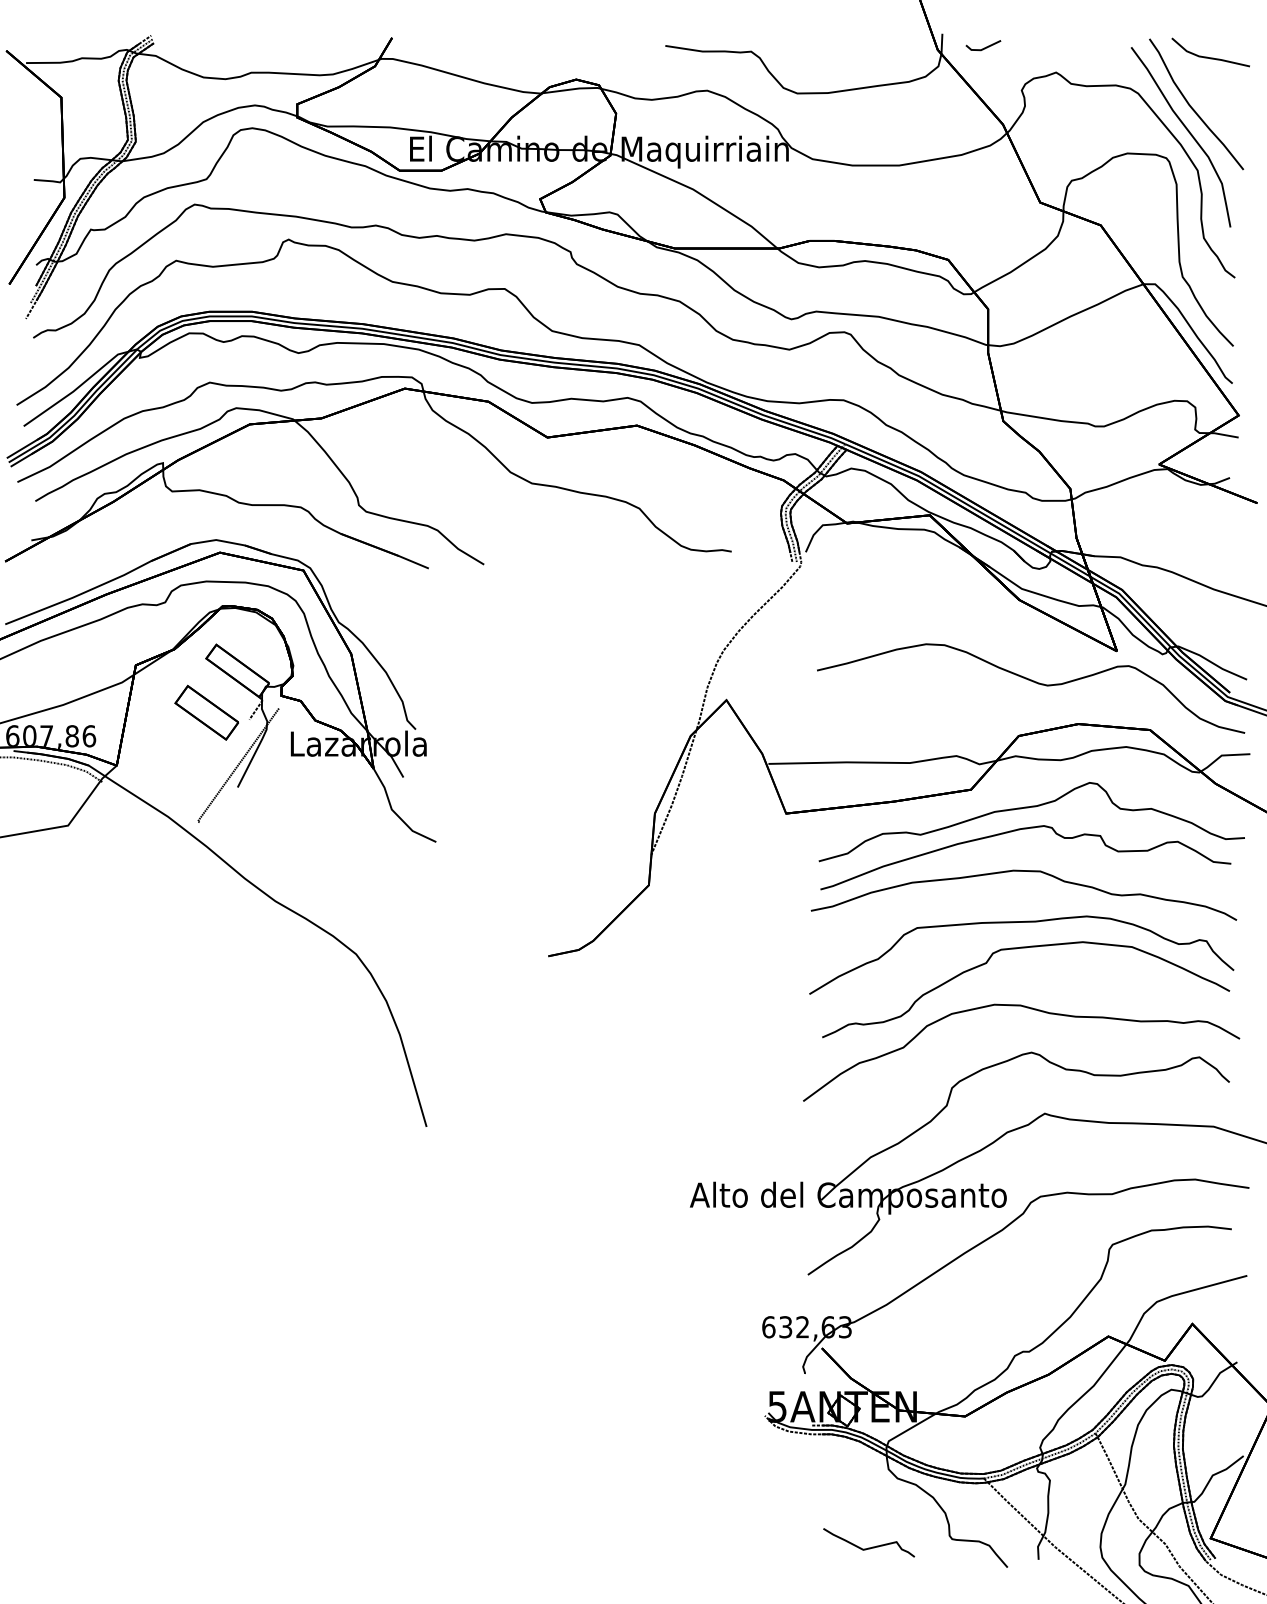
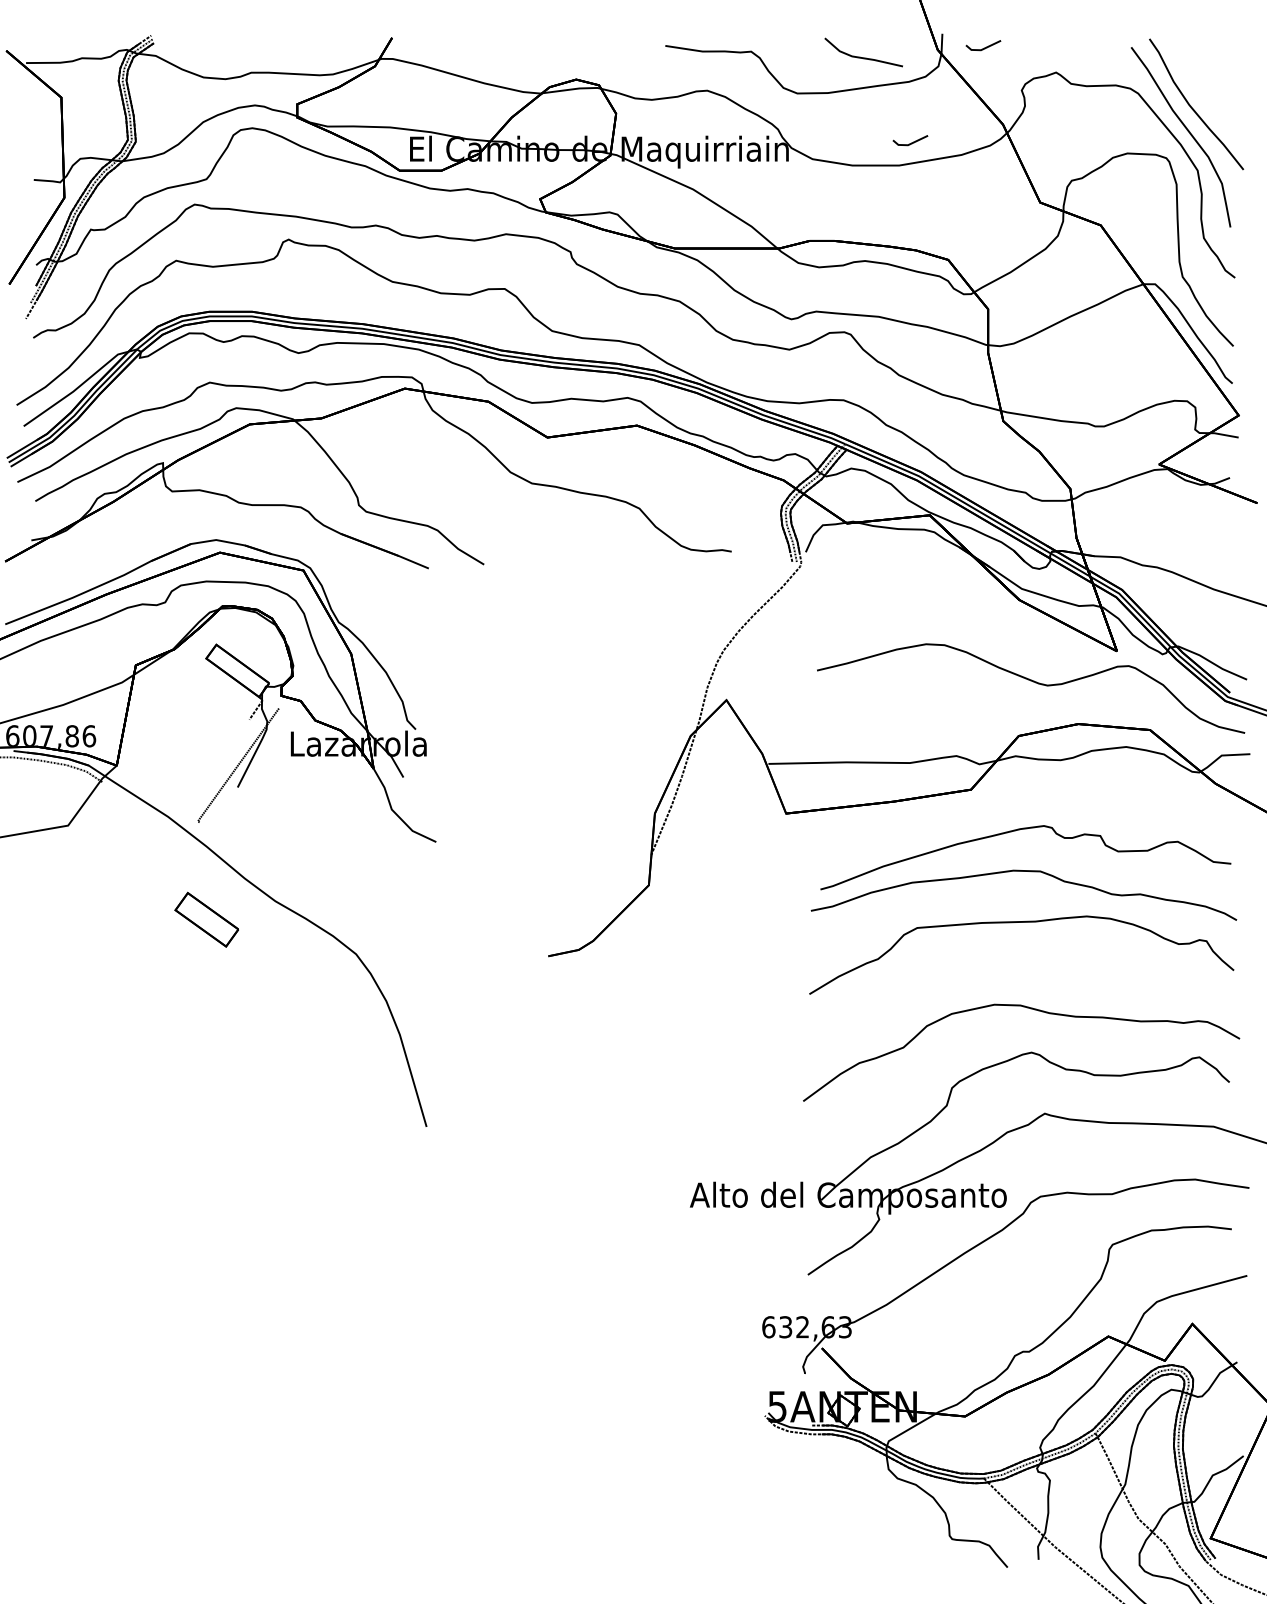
part at (1210, 52) position: (1210, 52) -> (863, 52)
line at (911, 142): none -> present
part at (206, 712) position: (206, 712) -> (206, 919)
part at (1028, 808): present -> none
curve at (1026, 948): present -> none
curve at (872, 1546): present -> none
